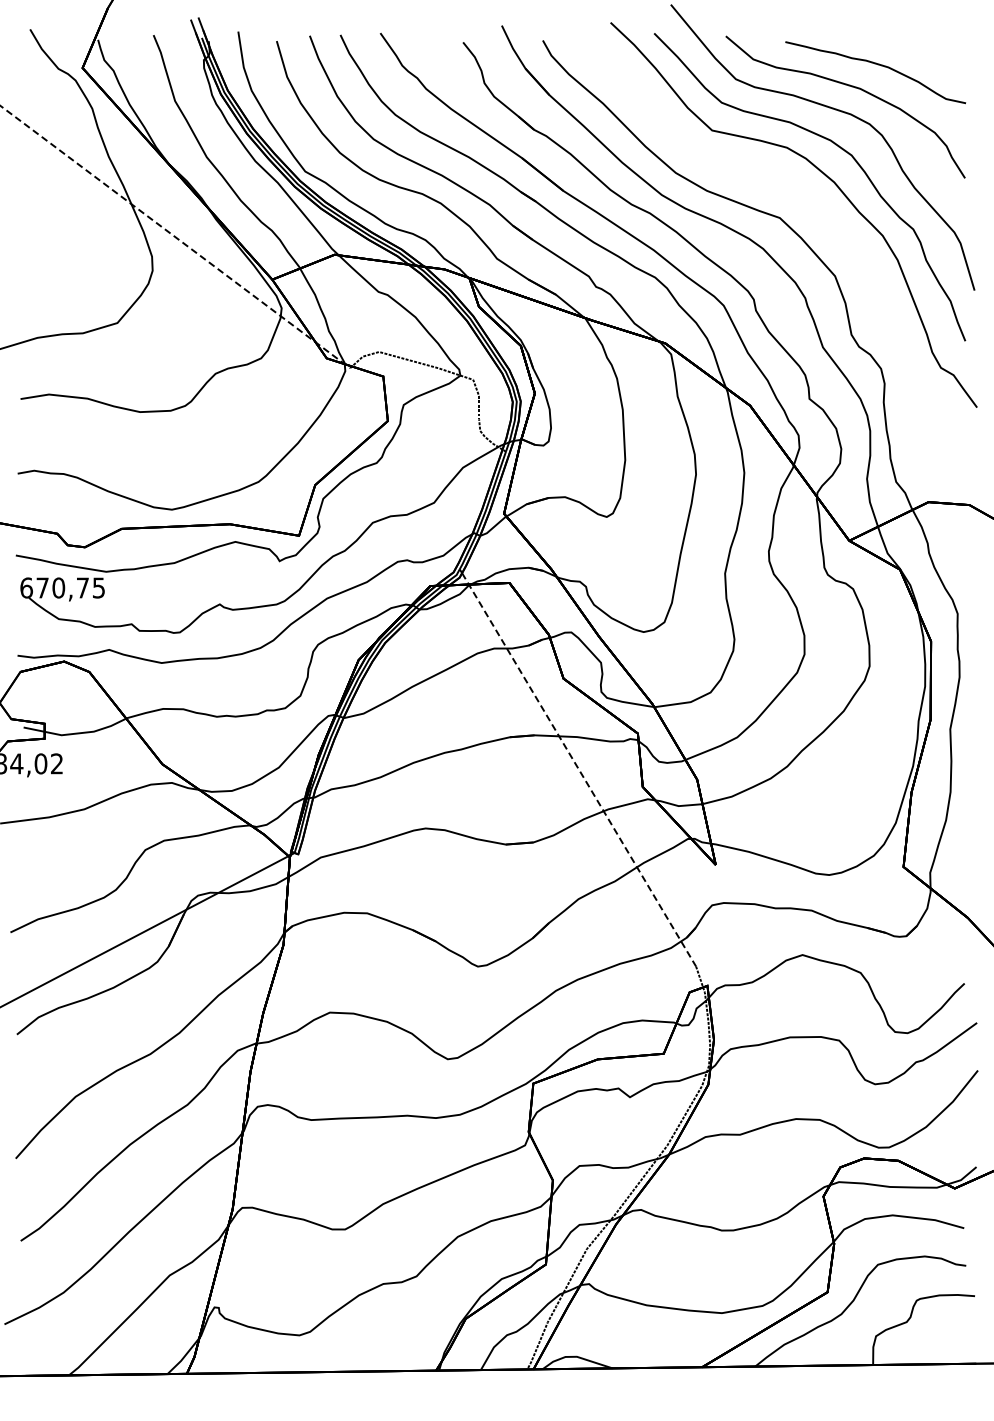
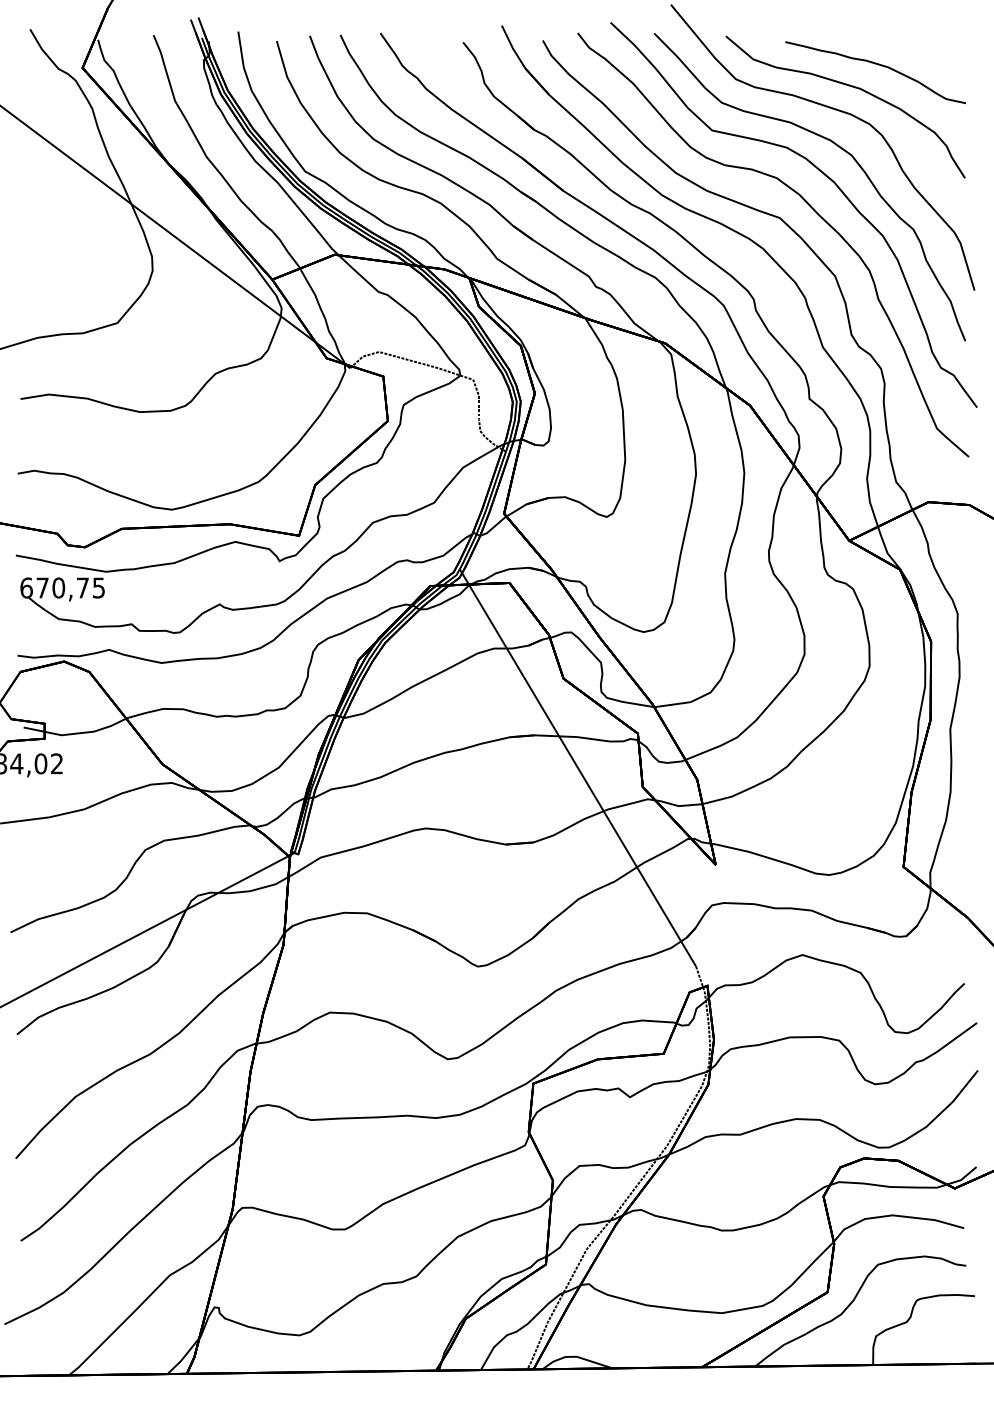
part at (810, 207): none -> present
line at (175, 236): dashed -> solid
line at (579, 769): dashed -> solid
